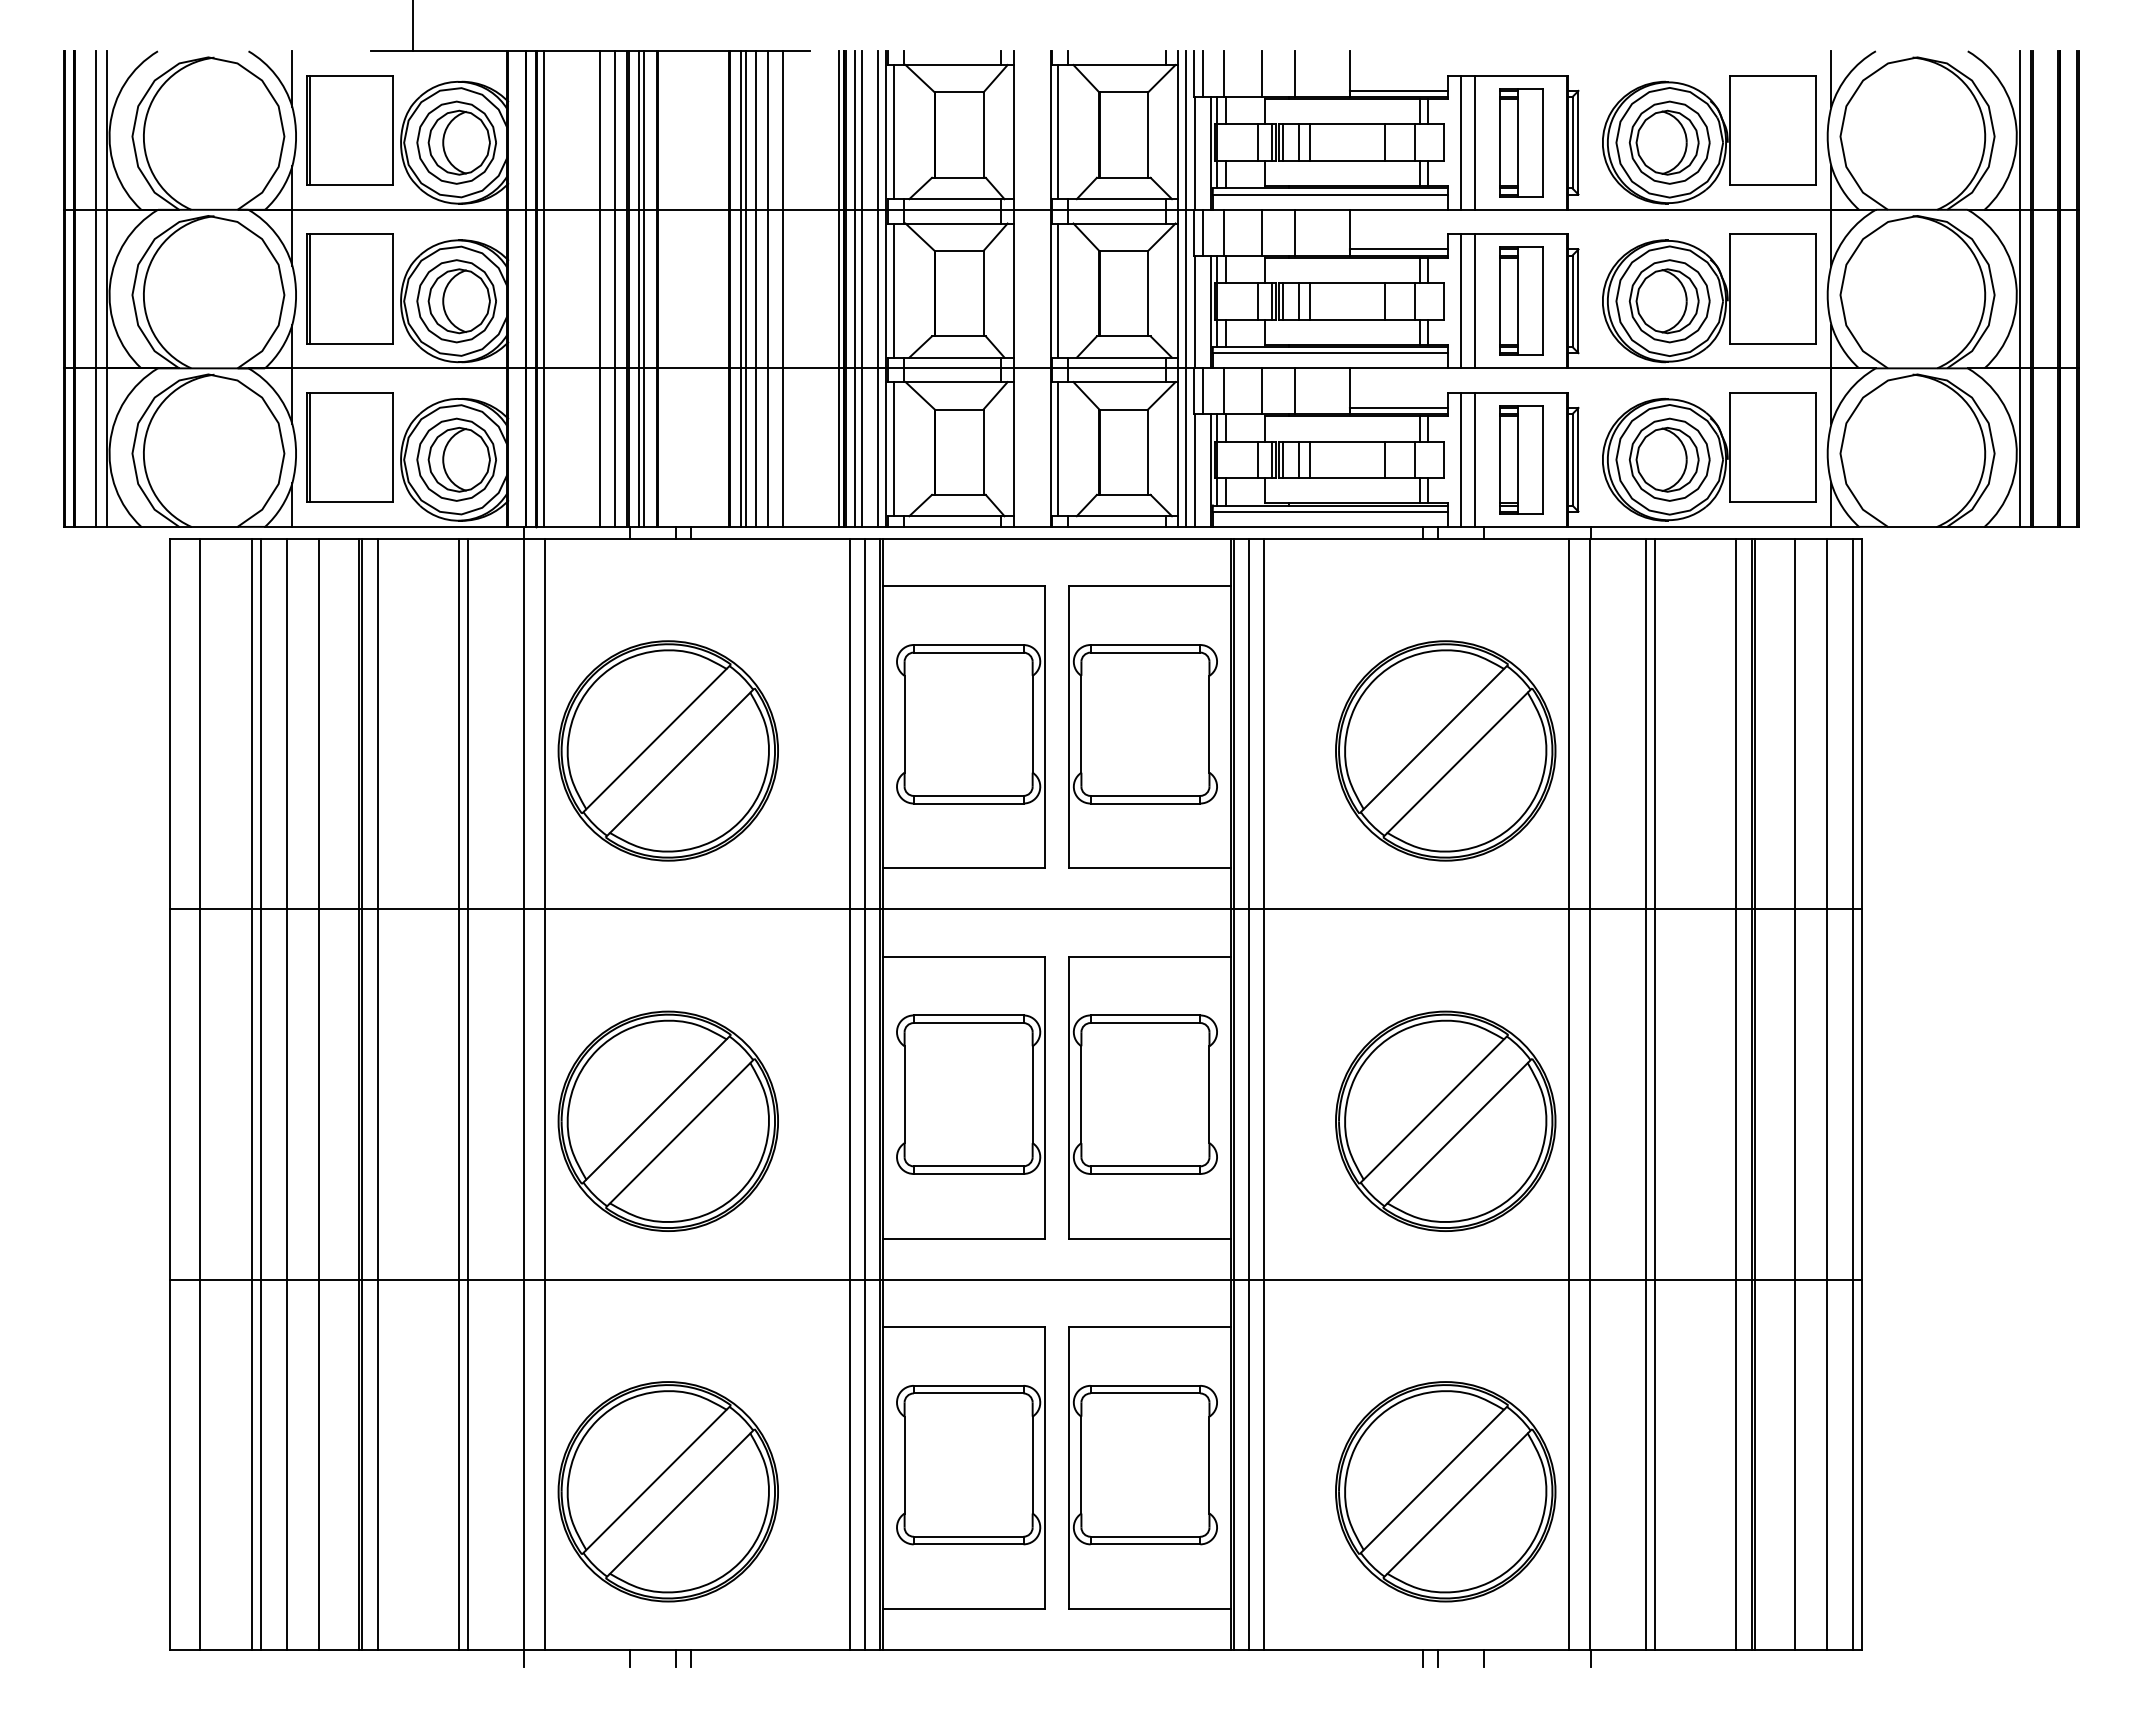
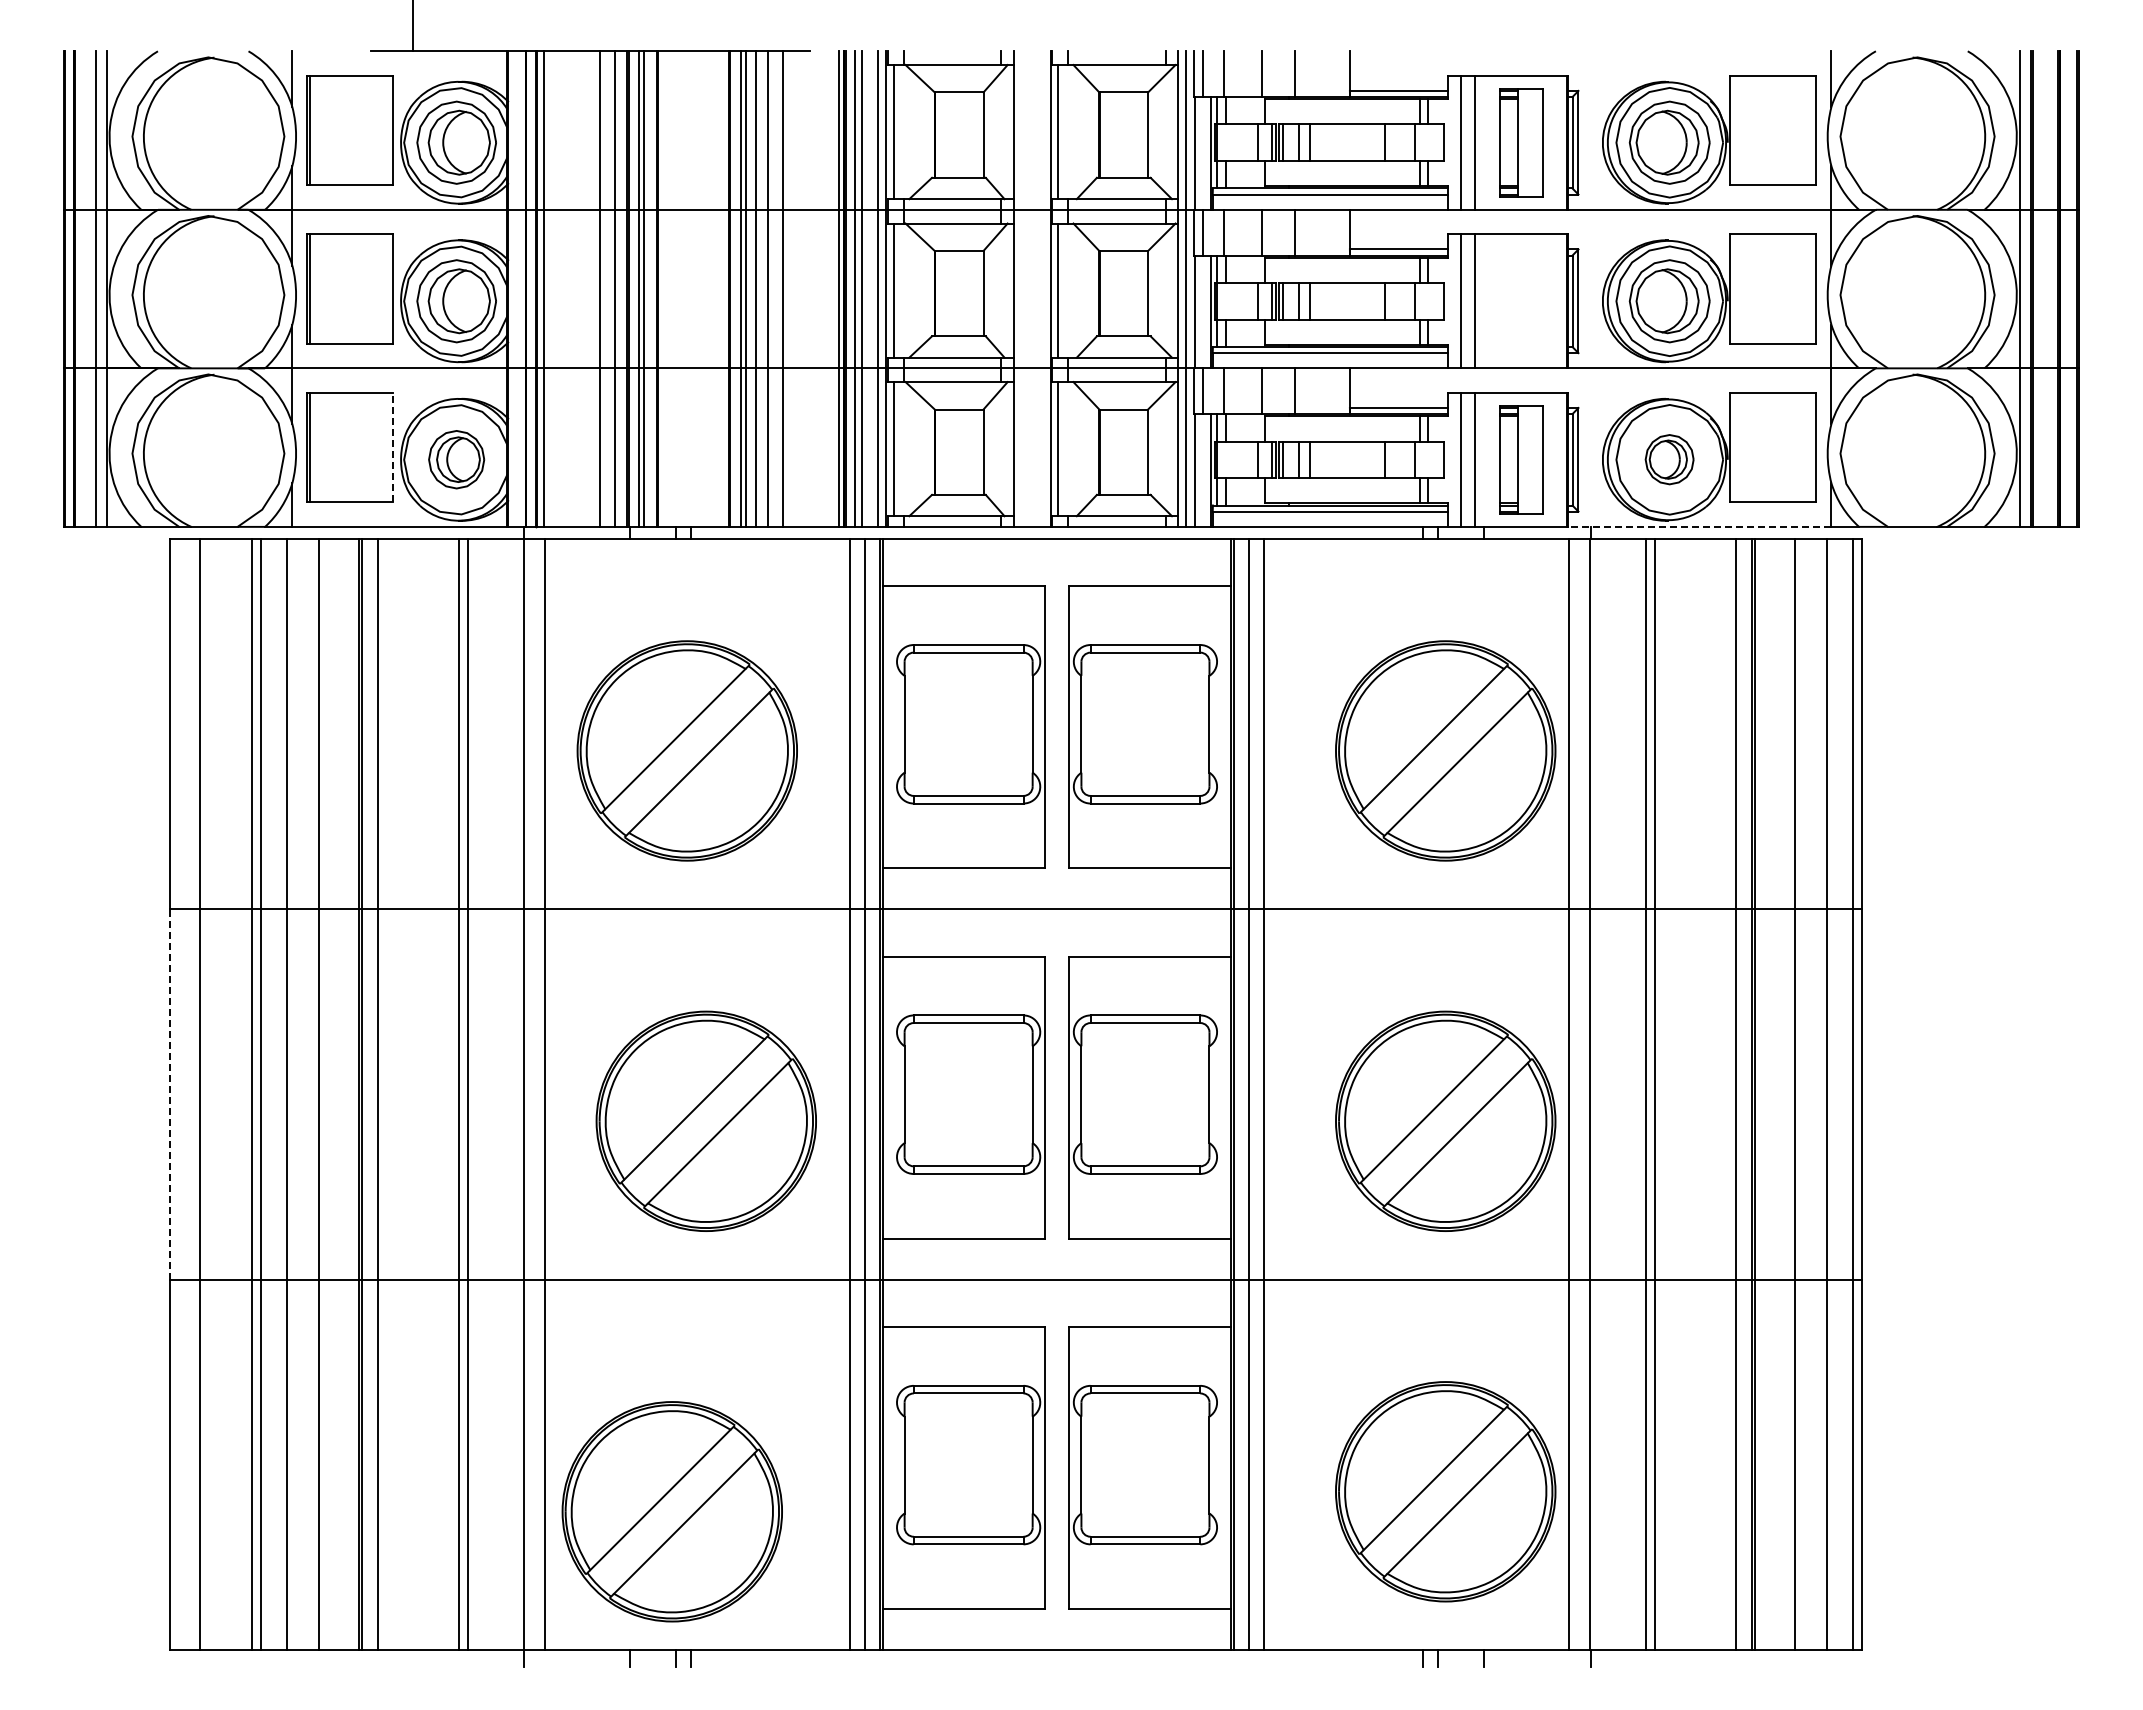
part at (1521, 300): present -> none
line at (393, 447): solid -> dashed
part at (456, 459) size: 81x85 px -> 58x60 px
part at (1669, 459) size: 83x85 px -> 51x52 px
line at (1699, 526): solid -> dashed
part at (667, 750) position: (667, 750) -> (686, 750)
line at (169, 1094): solid -> dashed
part at (667, 1120) position: (667, 1120) -> (705, 1120)
part at (667, 1491) position: (667, 1491) -> (671, 1511)
